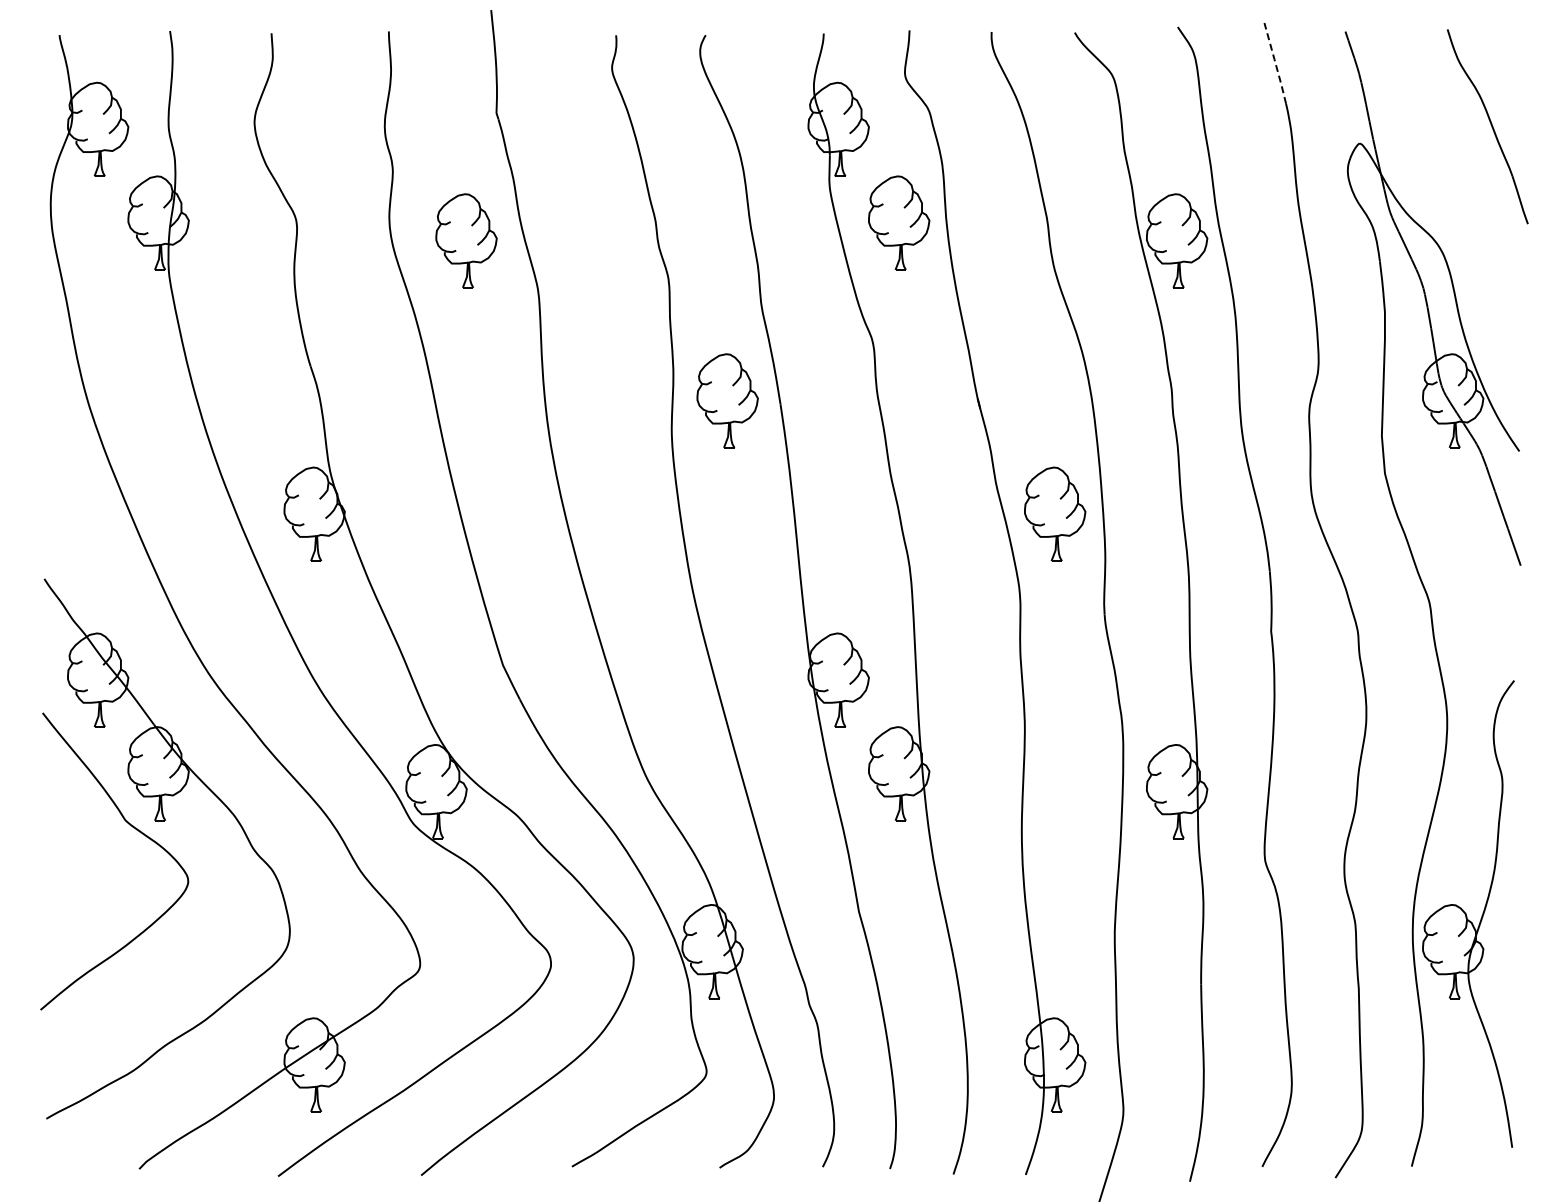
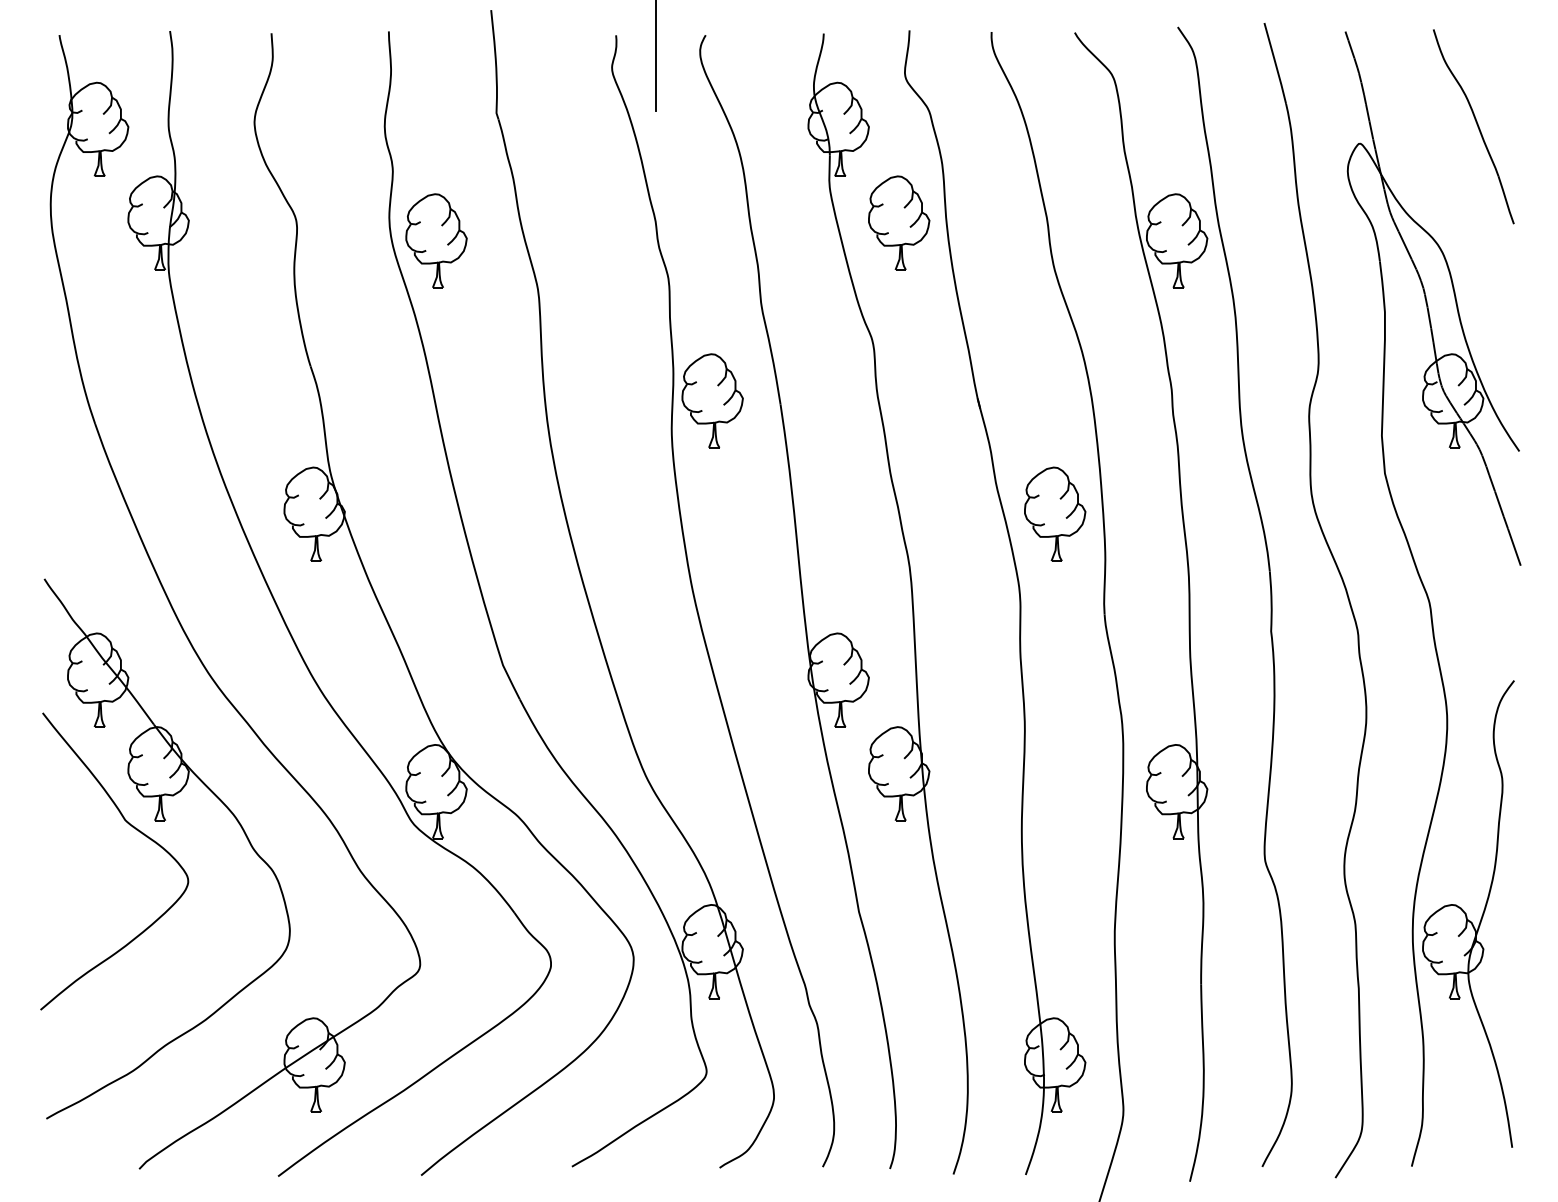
line at (655, 56): none -> present
line at (1275, 63): dashed -> solid
part at (1487, 126) position: (1487, 126) -> (1473, 126)
part at (466, 240) position: (466, 240) -> (436, 240)
part at (727, 400) position: (727, 400) -> (712, 400)
